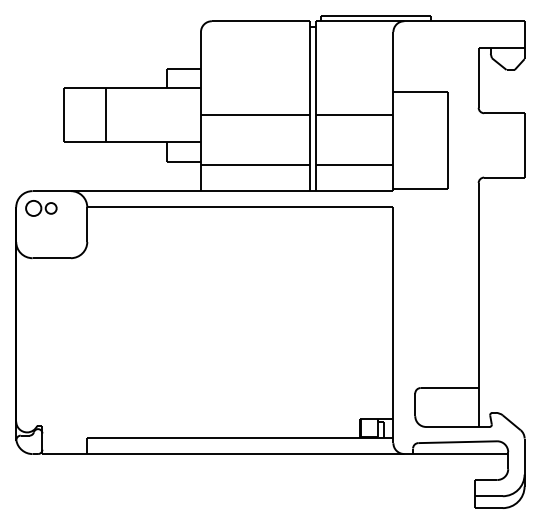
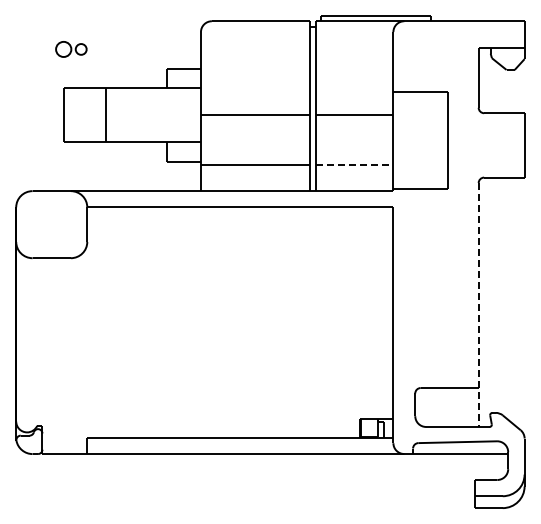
line at (354, 165): solid -> dashed
part at (41, 208) position: (41, 208) -> (71, 49)
line at (478, 305): solid -> dashed
